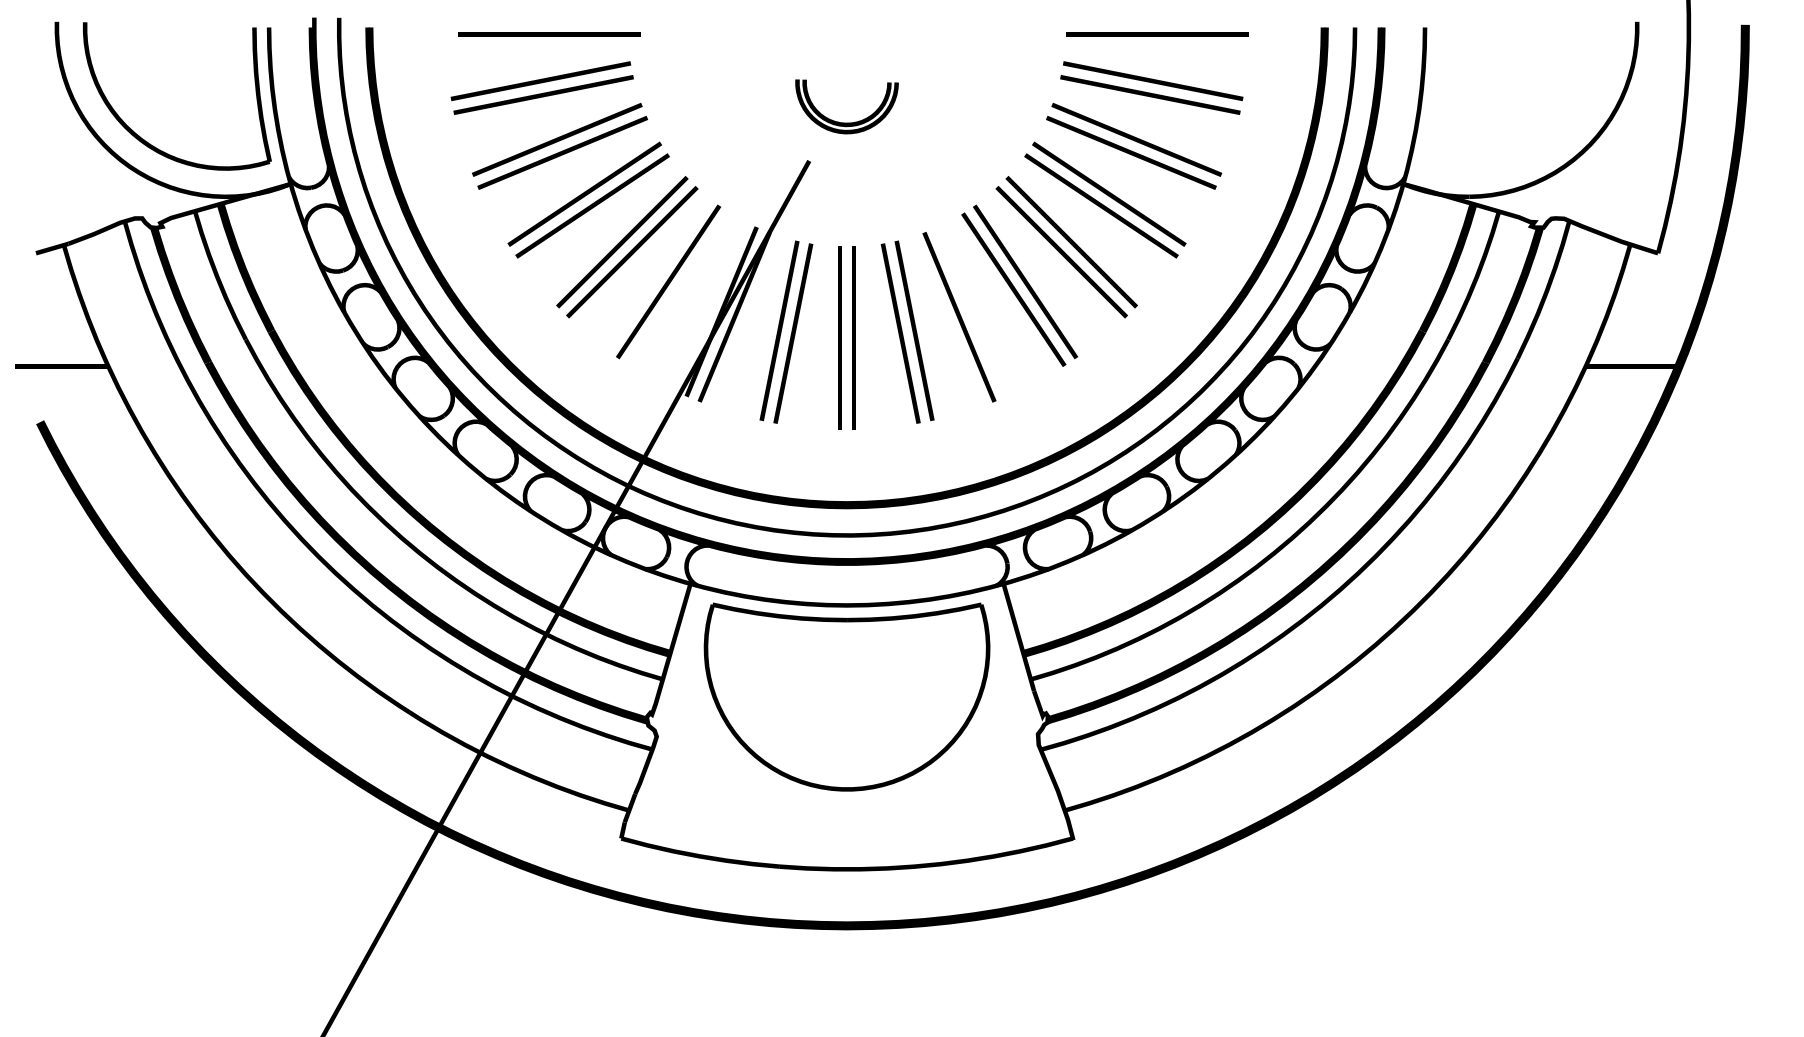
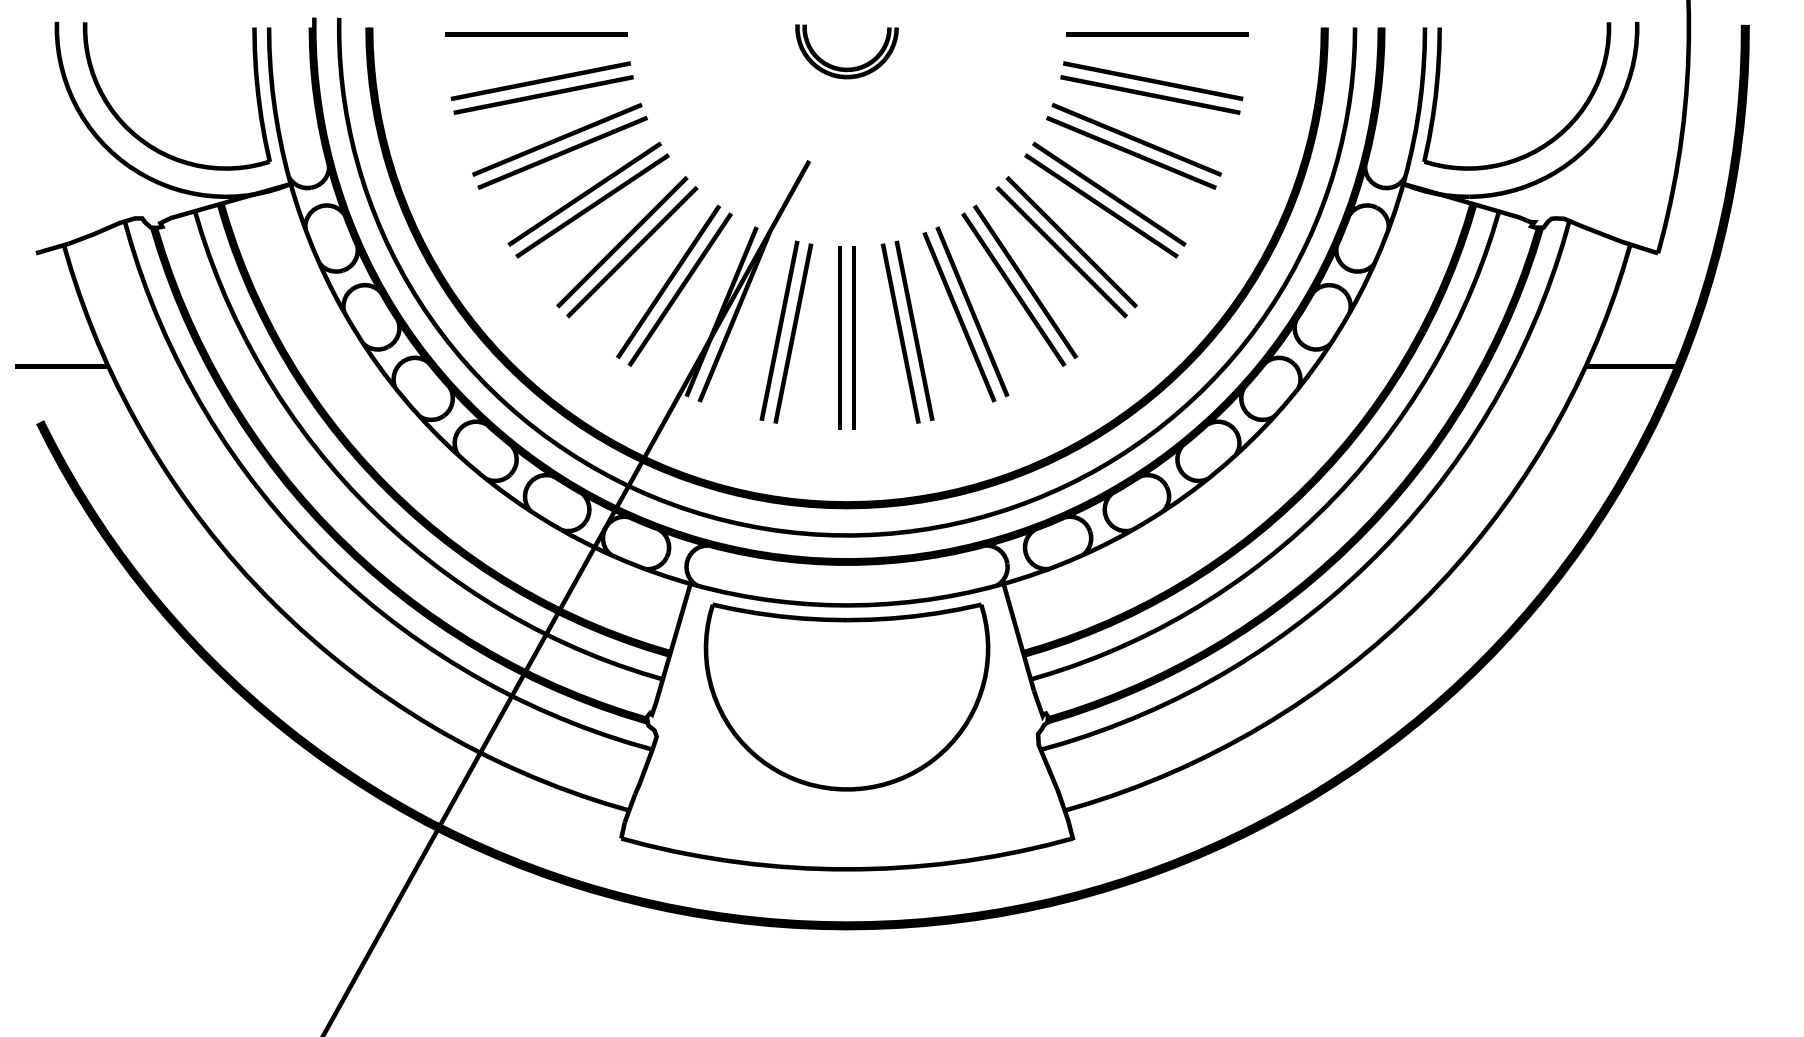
line at (549, 34) position: (549, 34) -> (536, 34)
part at (846, 122) position: (846, 122) -> (846, 67)
part at (1546, 141): none -> present
line at (679, 289): none -> present
line at (972, 311): none -> present
